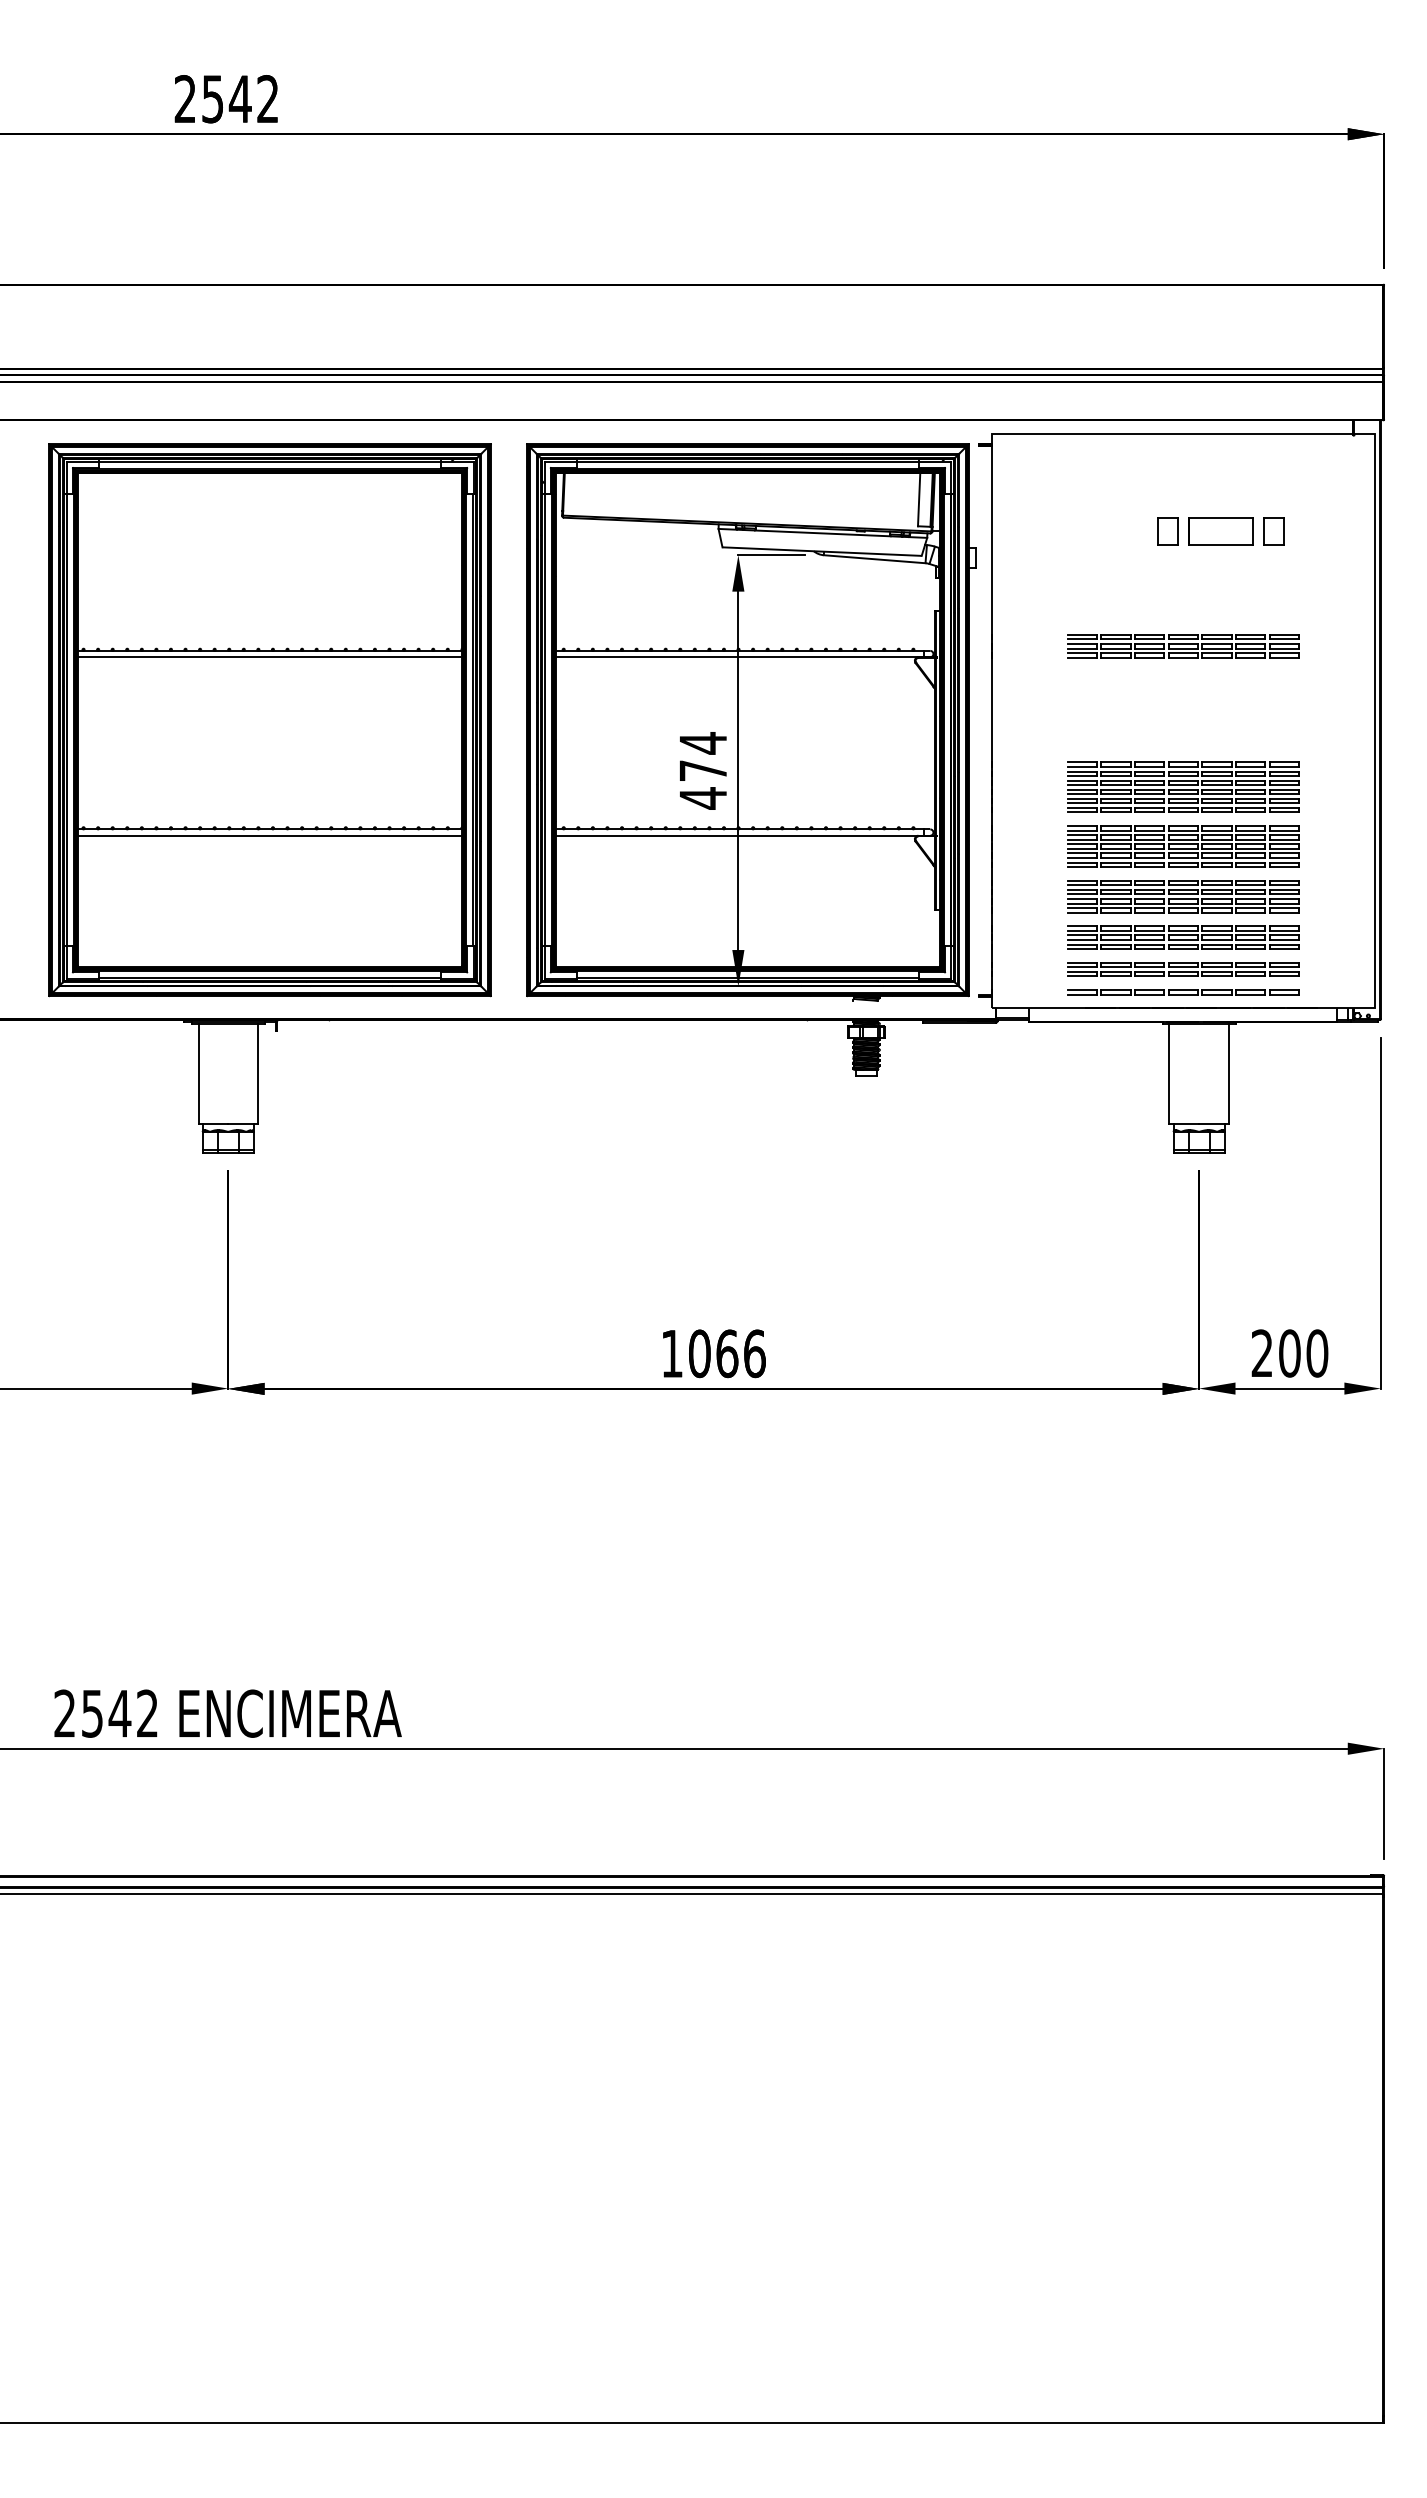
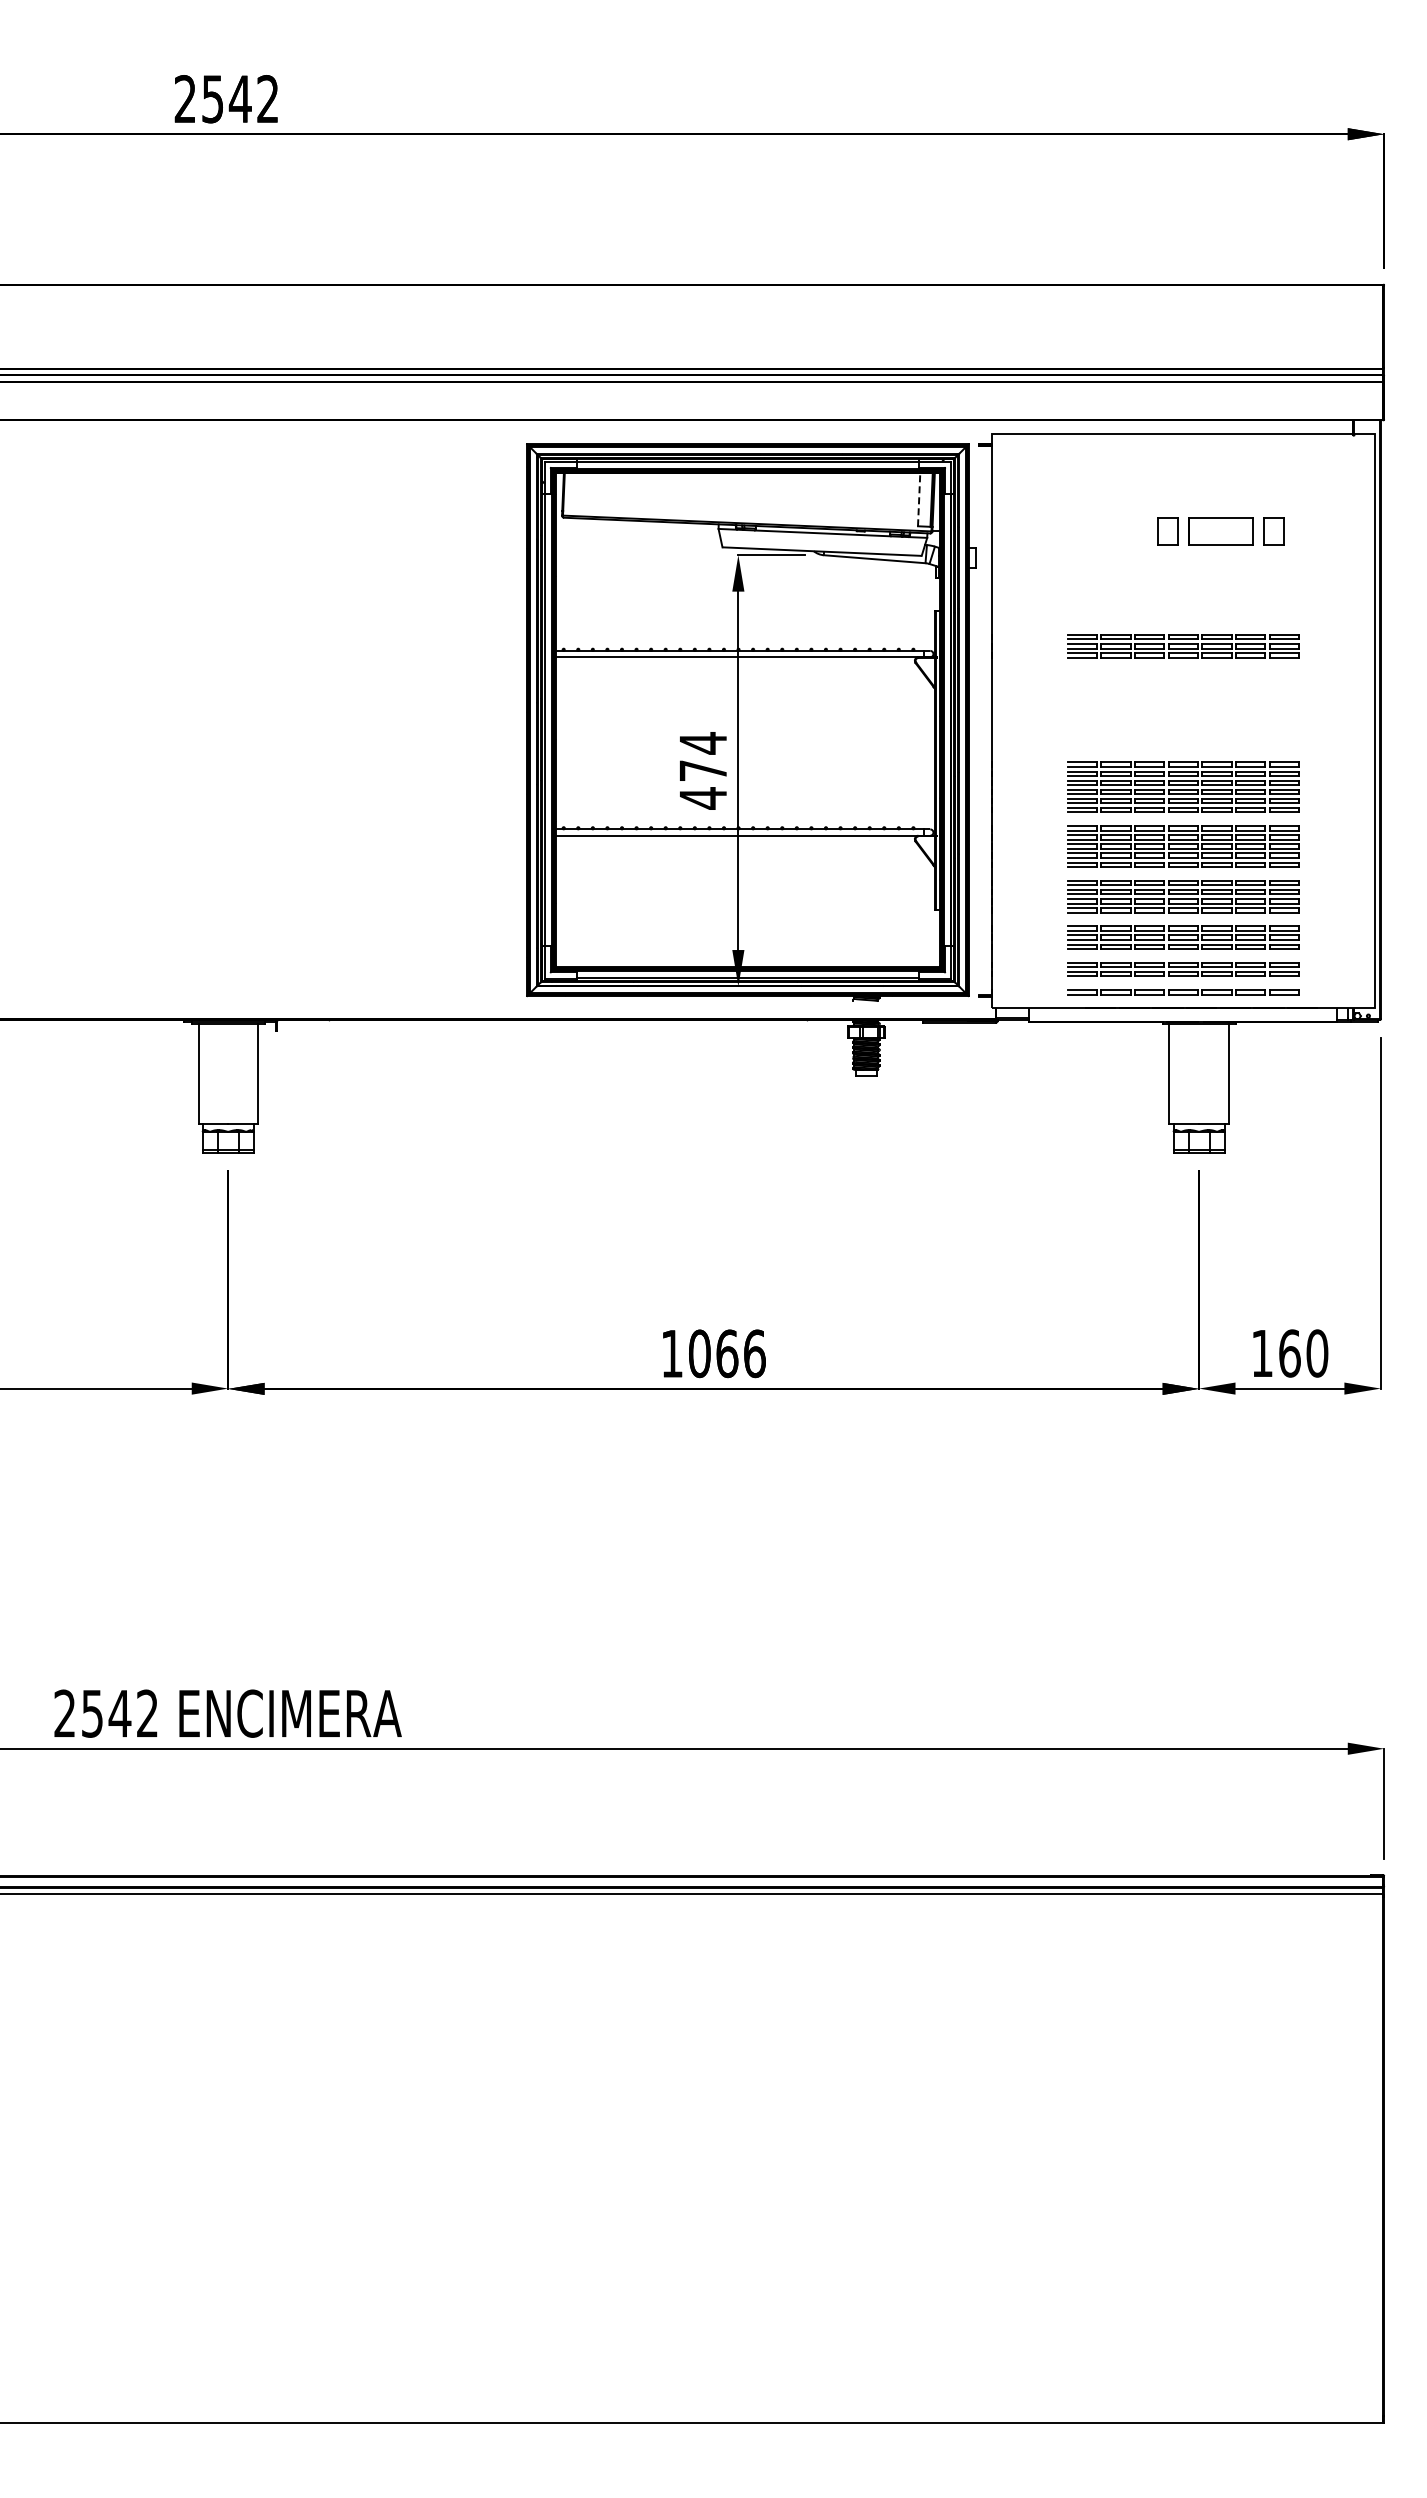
line at (919, 499): solid -> dashed
part at (269, 720): present -> none
text at (1275, 1353): 200 -> 160
